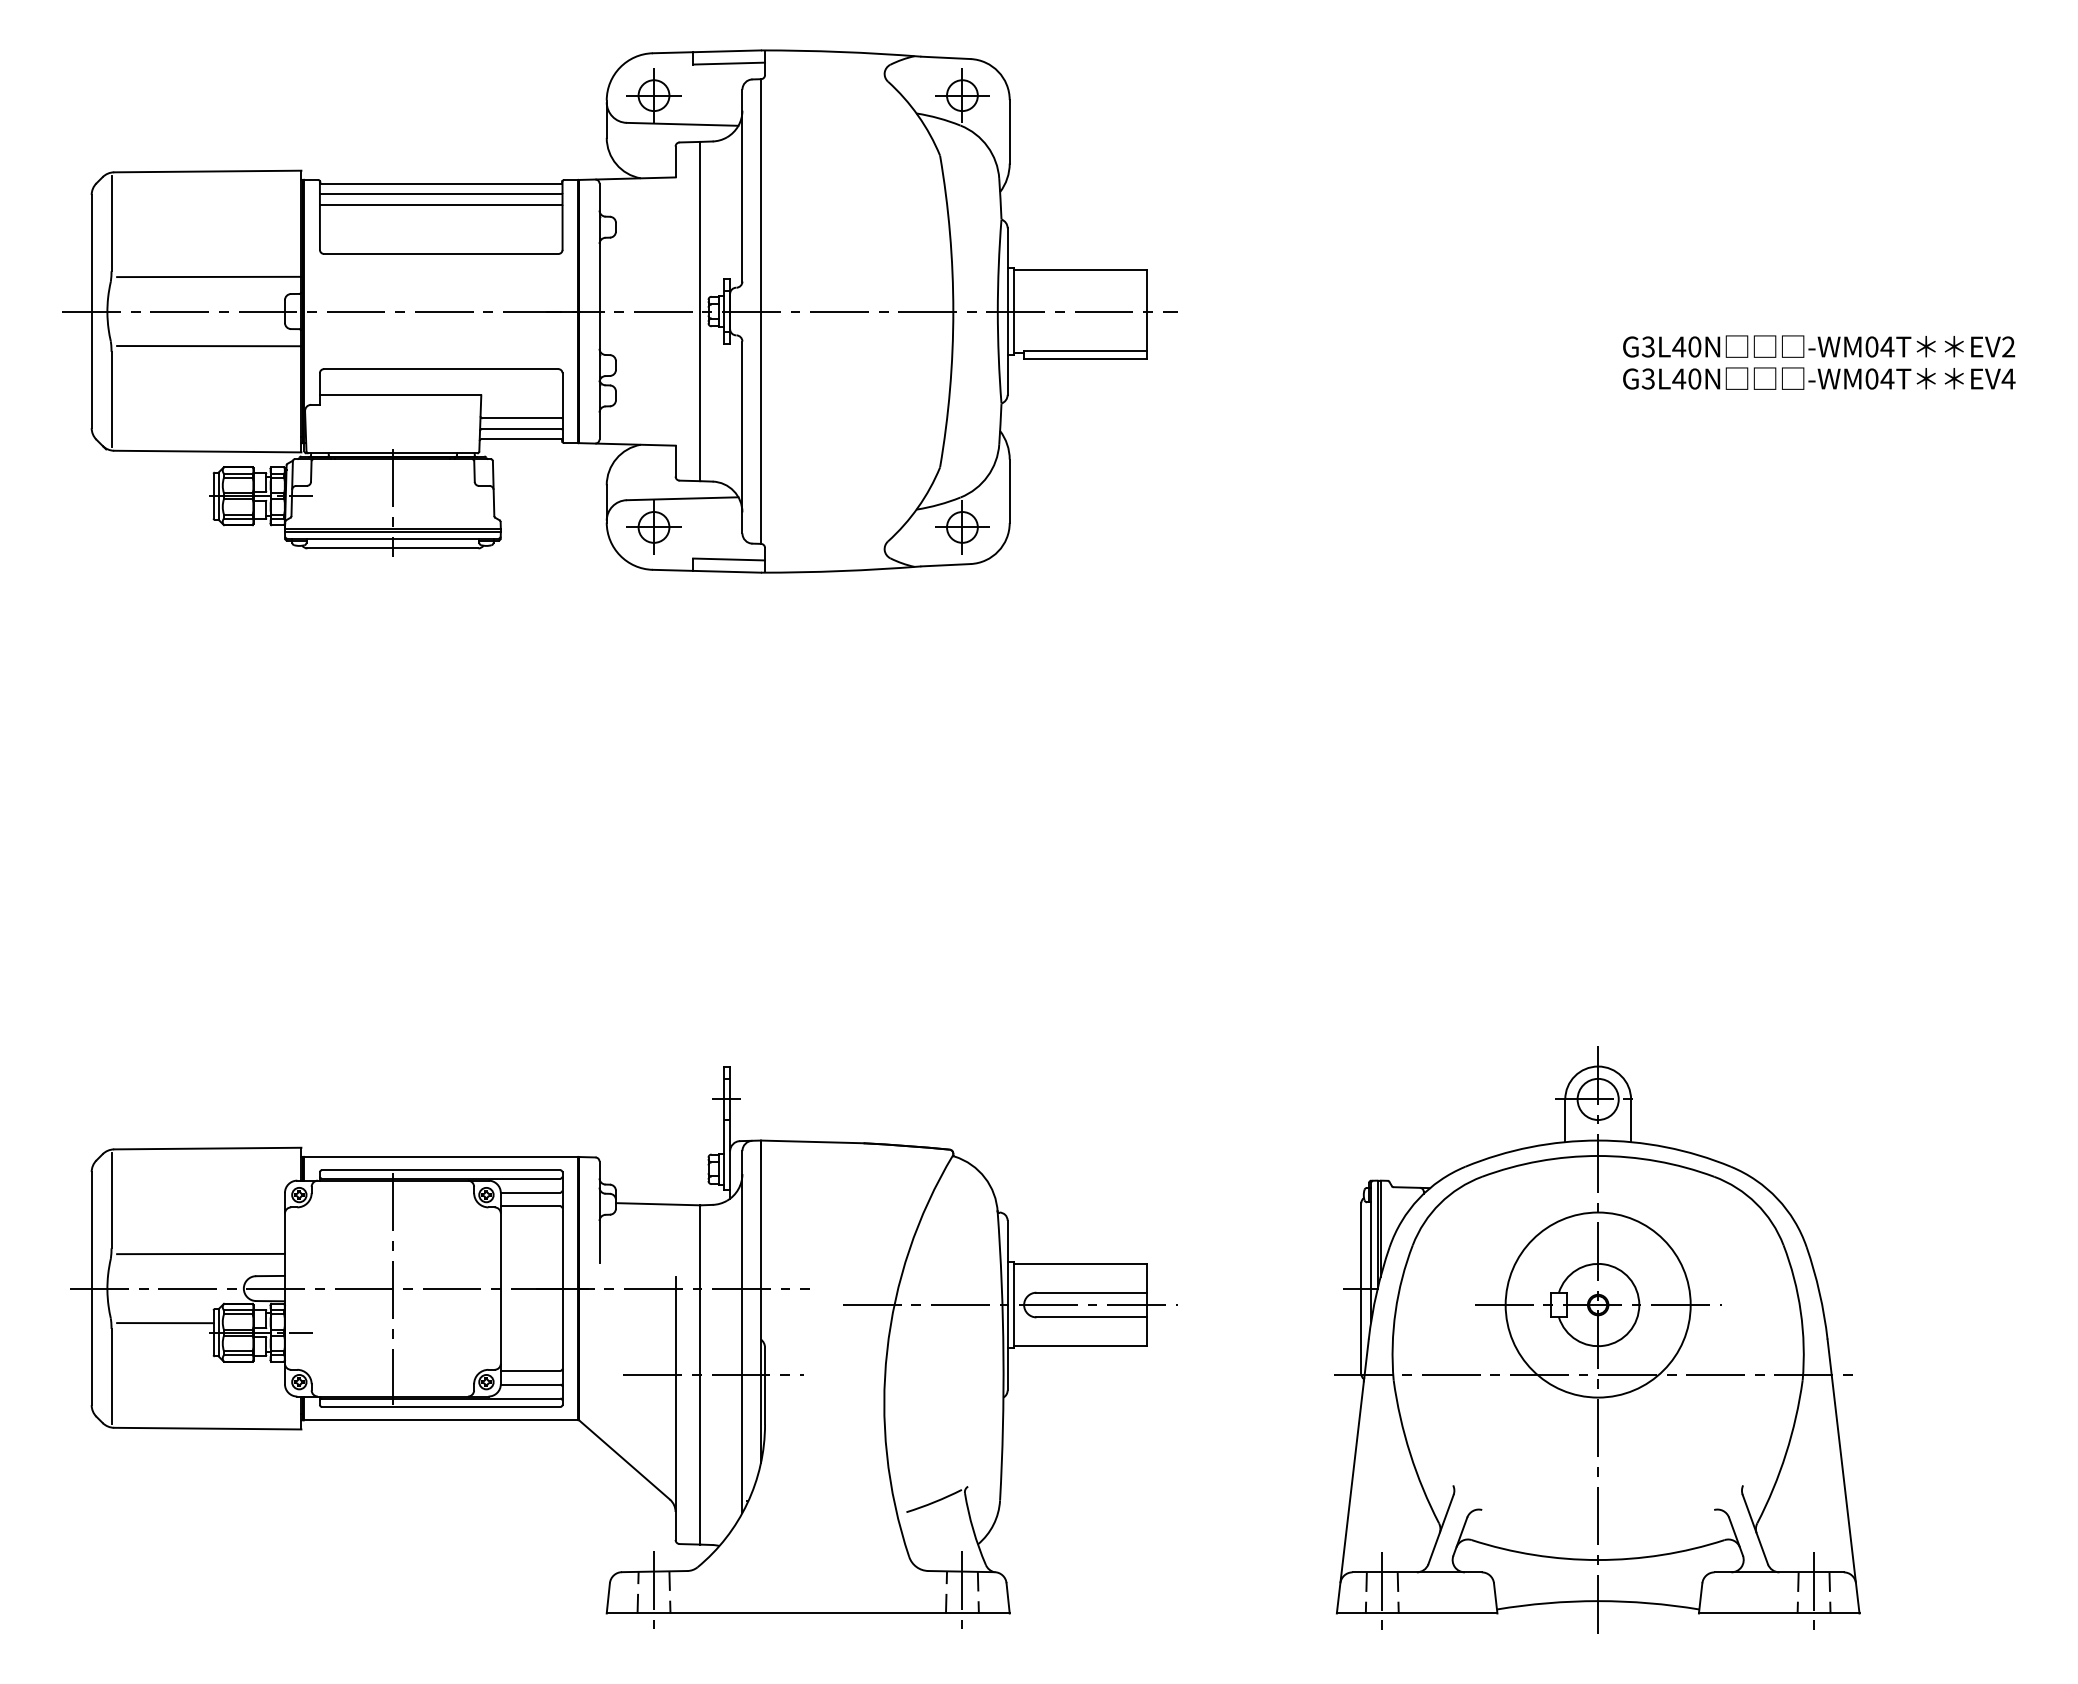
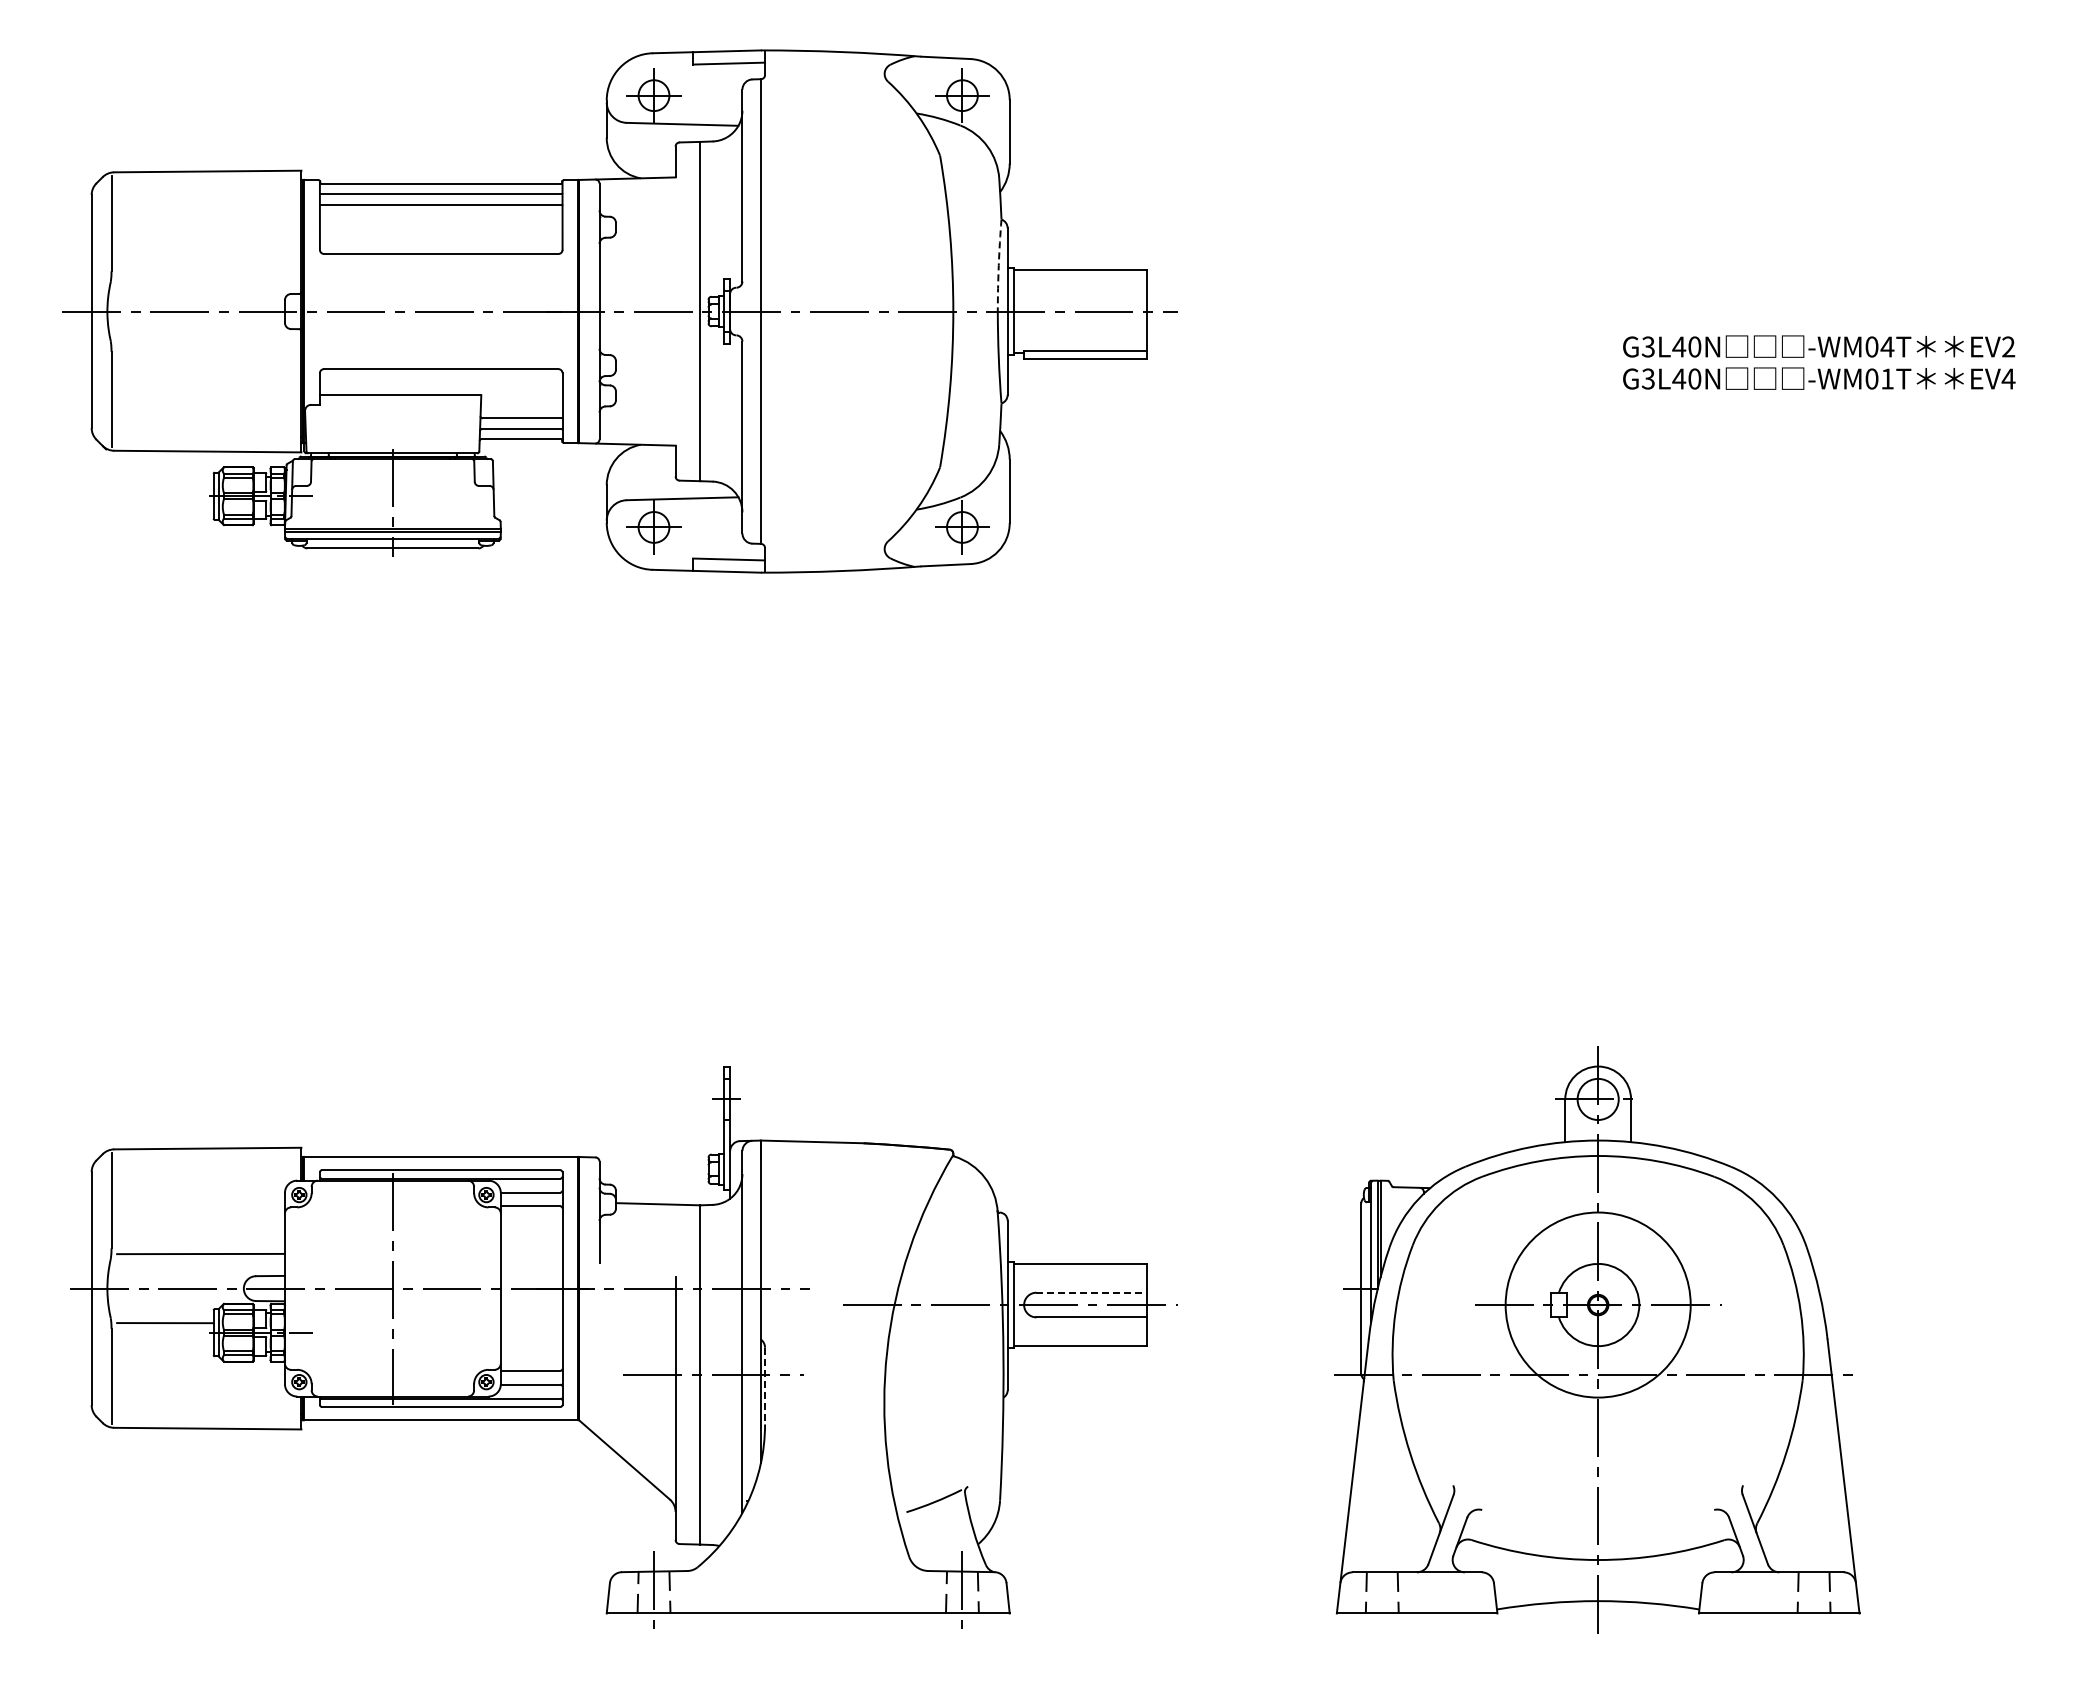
arc at (998, 265): solid -> dashed
line at (209, 276): present -> none
line at (209, 346): present -> none
text at (1887, 378): -WM04T -> -WM01T
line at (1091, 1292): solid -> dashed
line at (765, 1386): solid -> dashed
line at (1382, 1592): present -> none
line at (1814, 1592): present -> none
